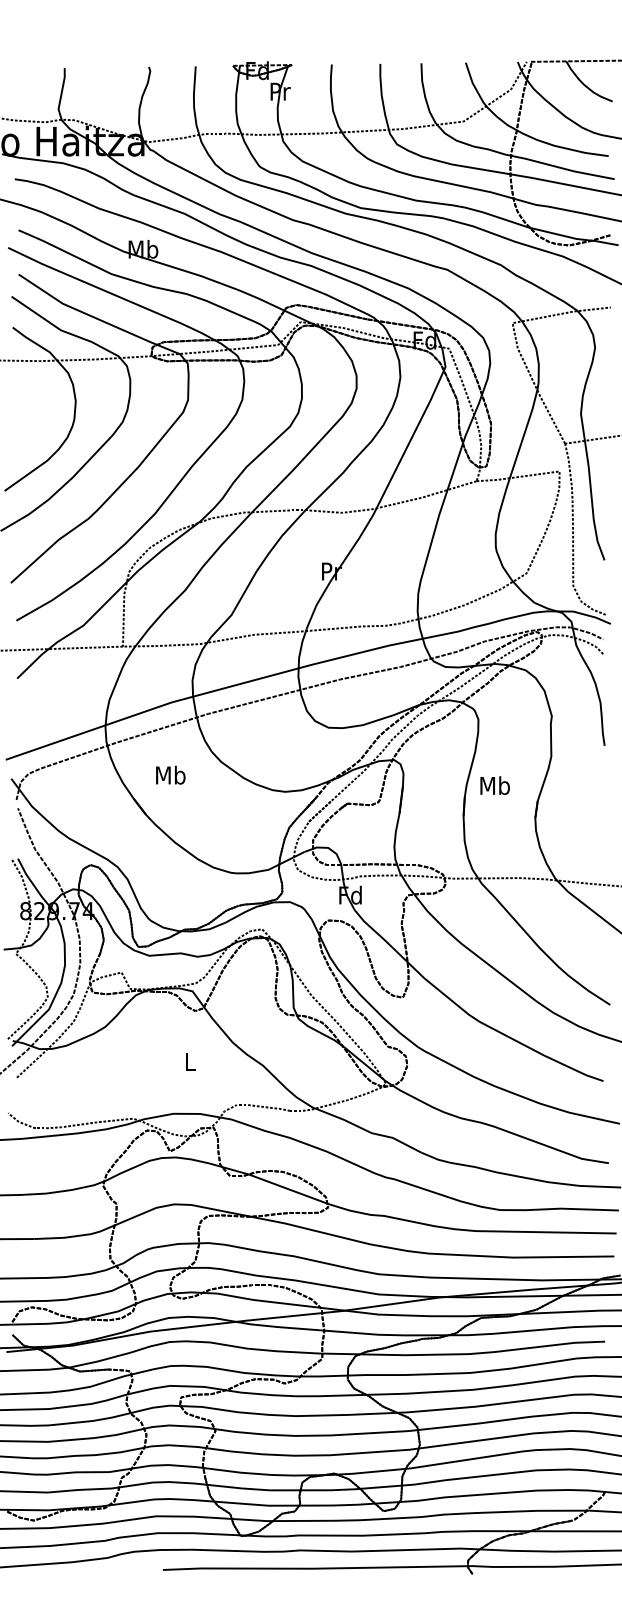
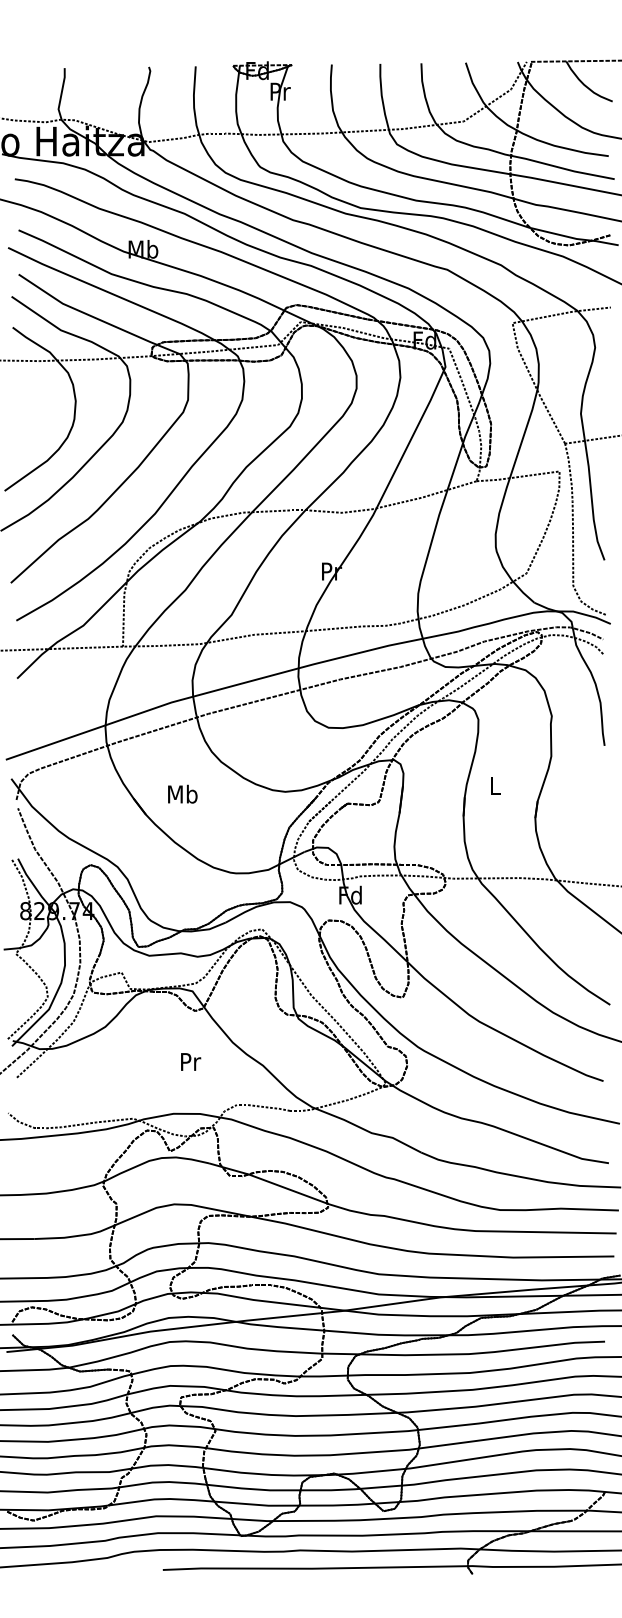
text at (170, 774) position: (170, 774) -> (182, 793)
text at (494, 785): Mb -> L
text at (191, 1061): L -> Pr
